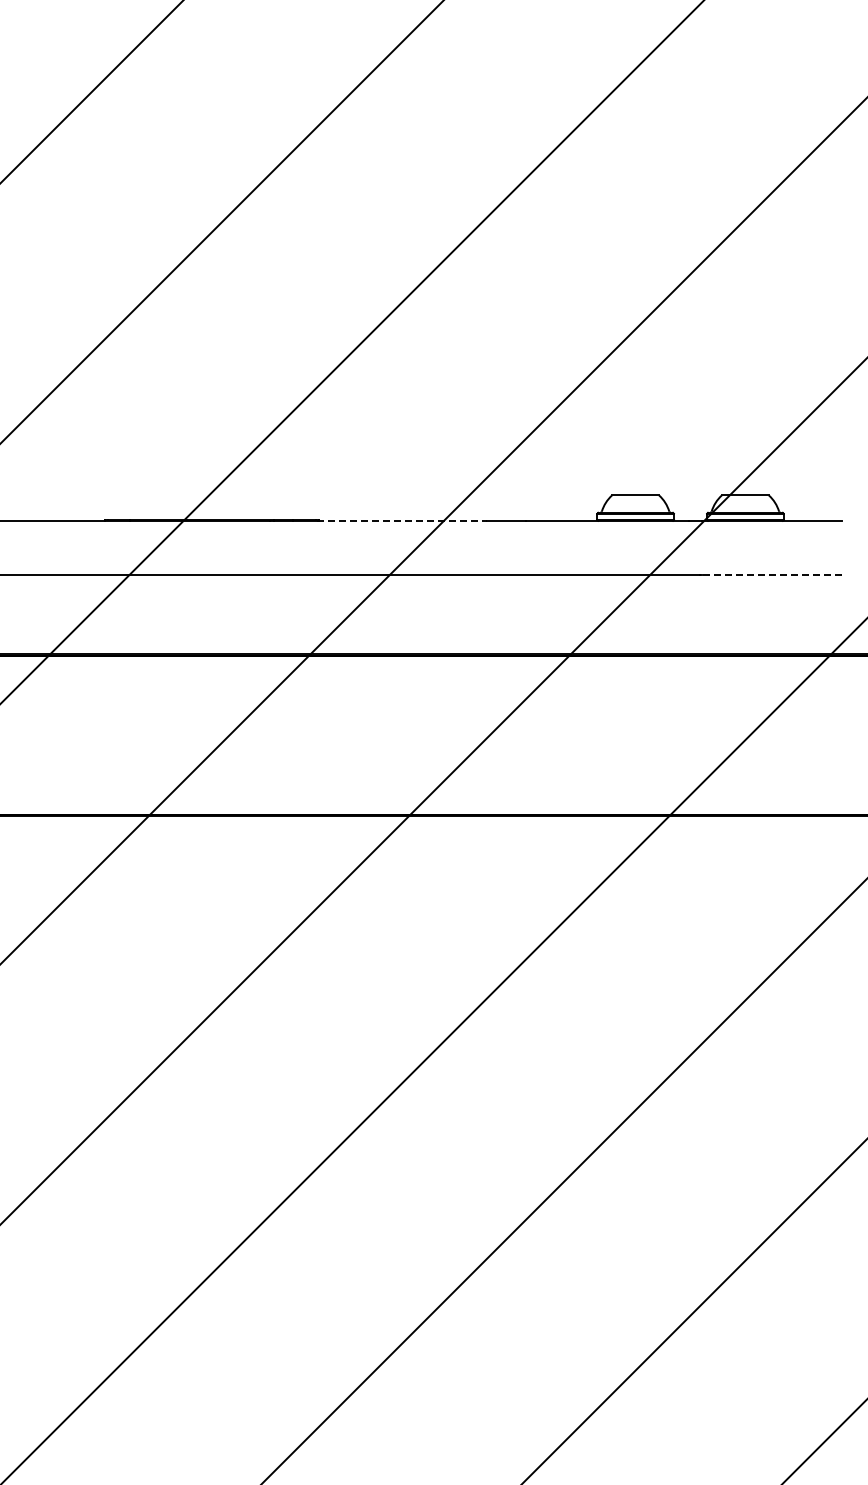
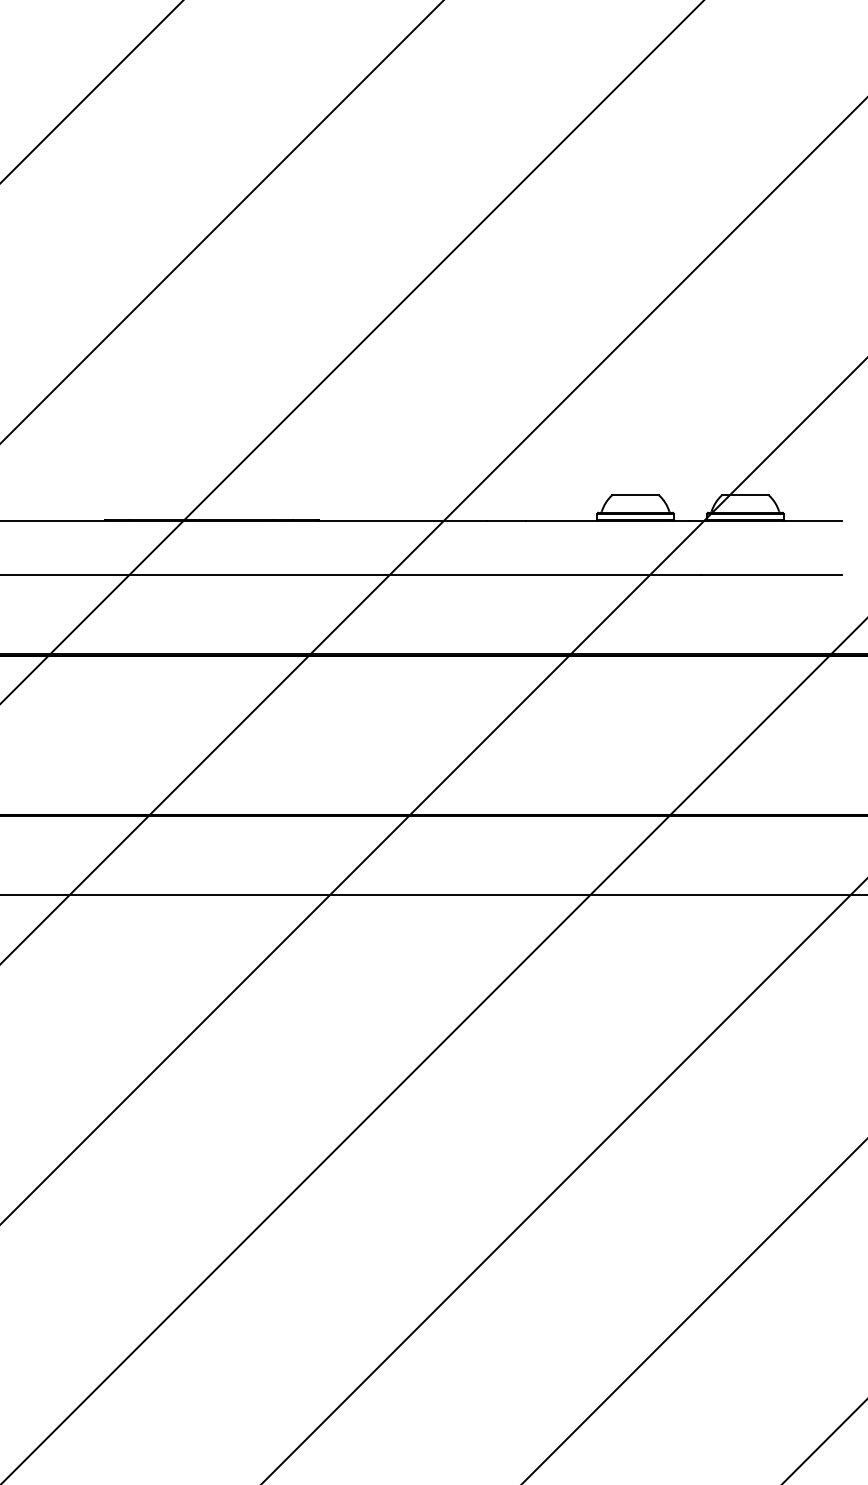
line at (402, 520): dashed -> solid
line at (771, 575): dashed -> solid
line at (433, 895): none -> present
